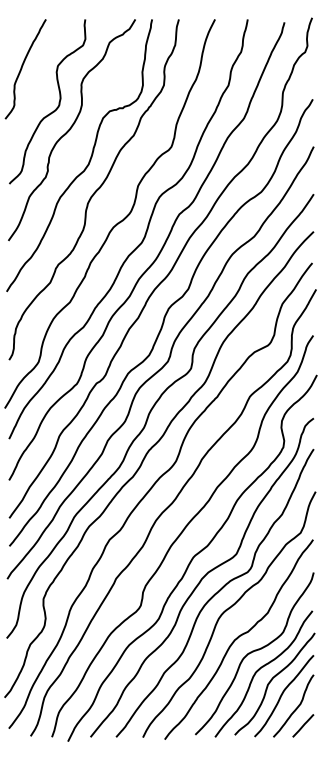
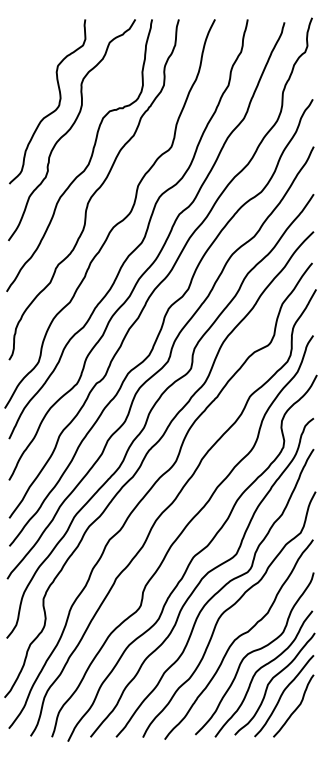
curve at (22, 68): present -> none
line at (303, 725): present -> none
